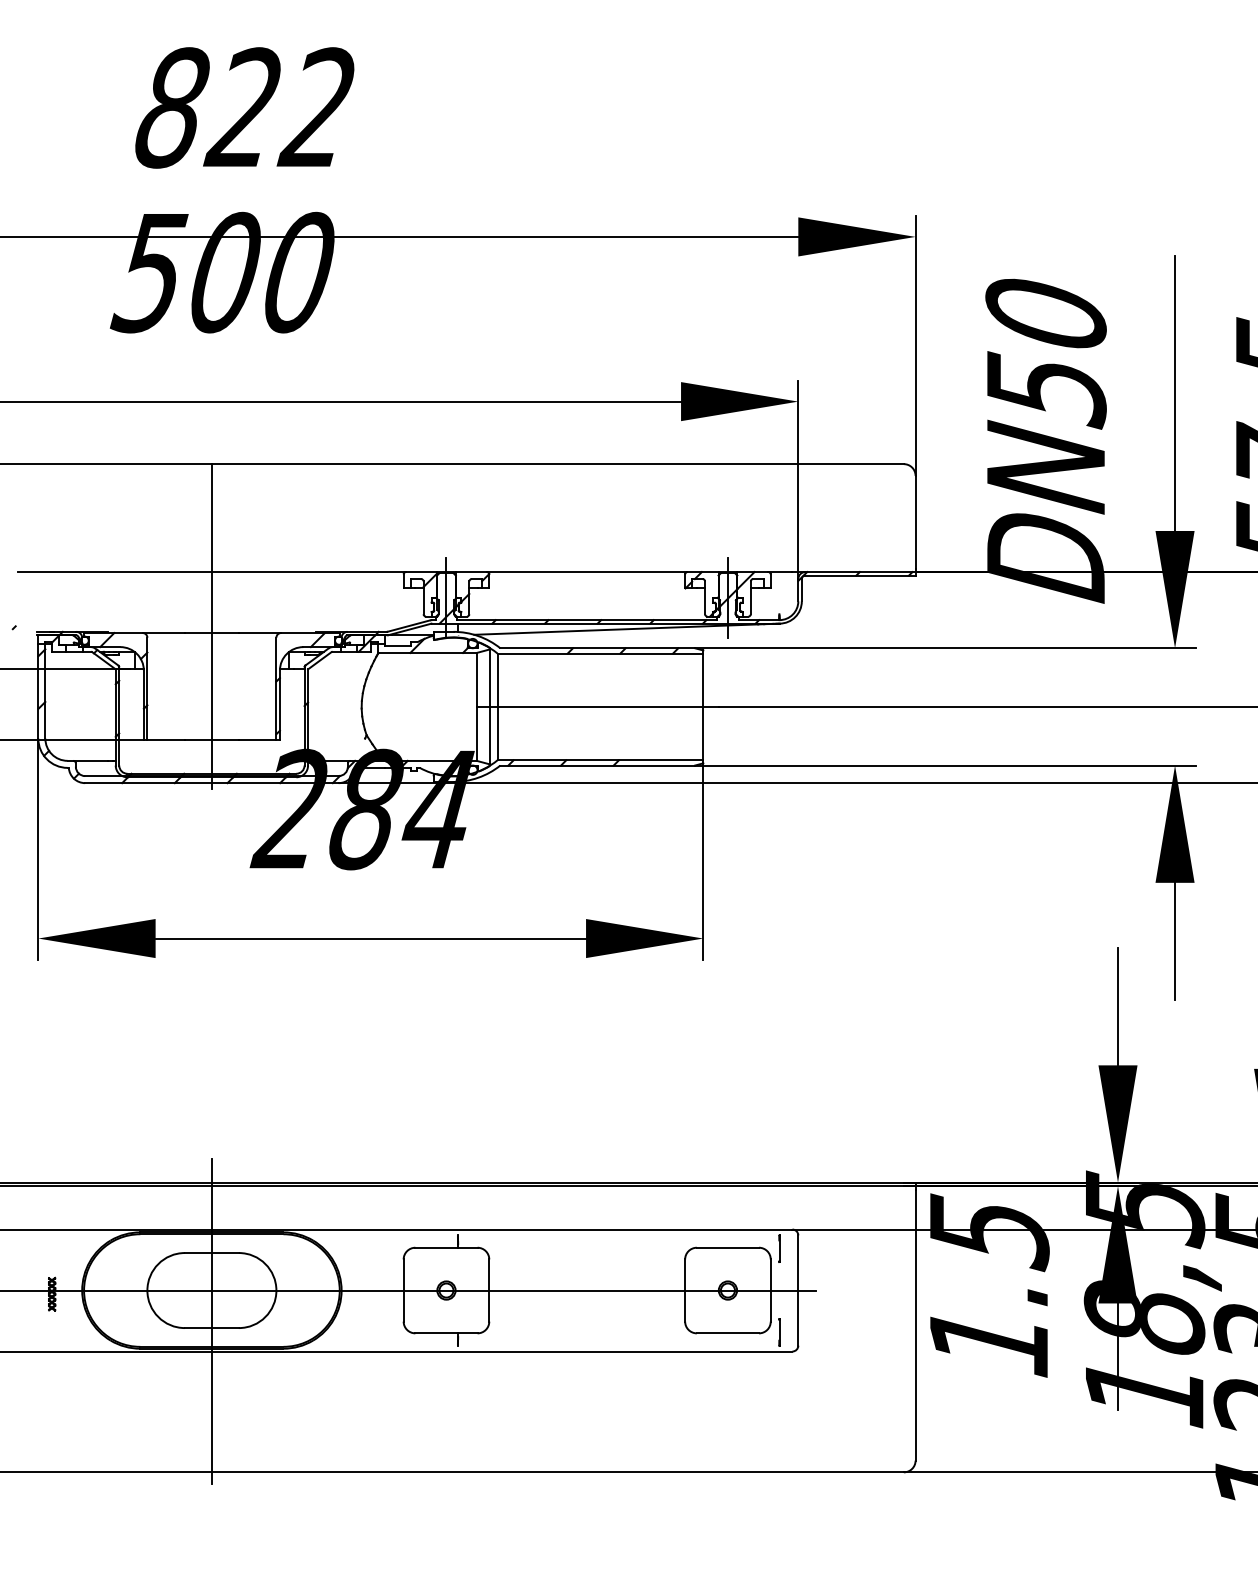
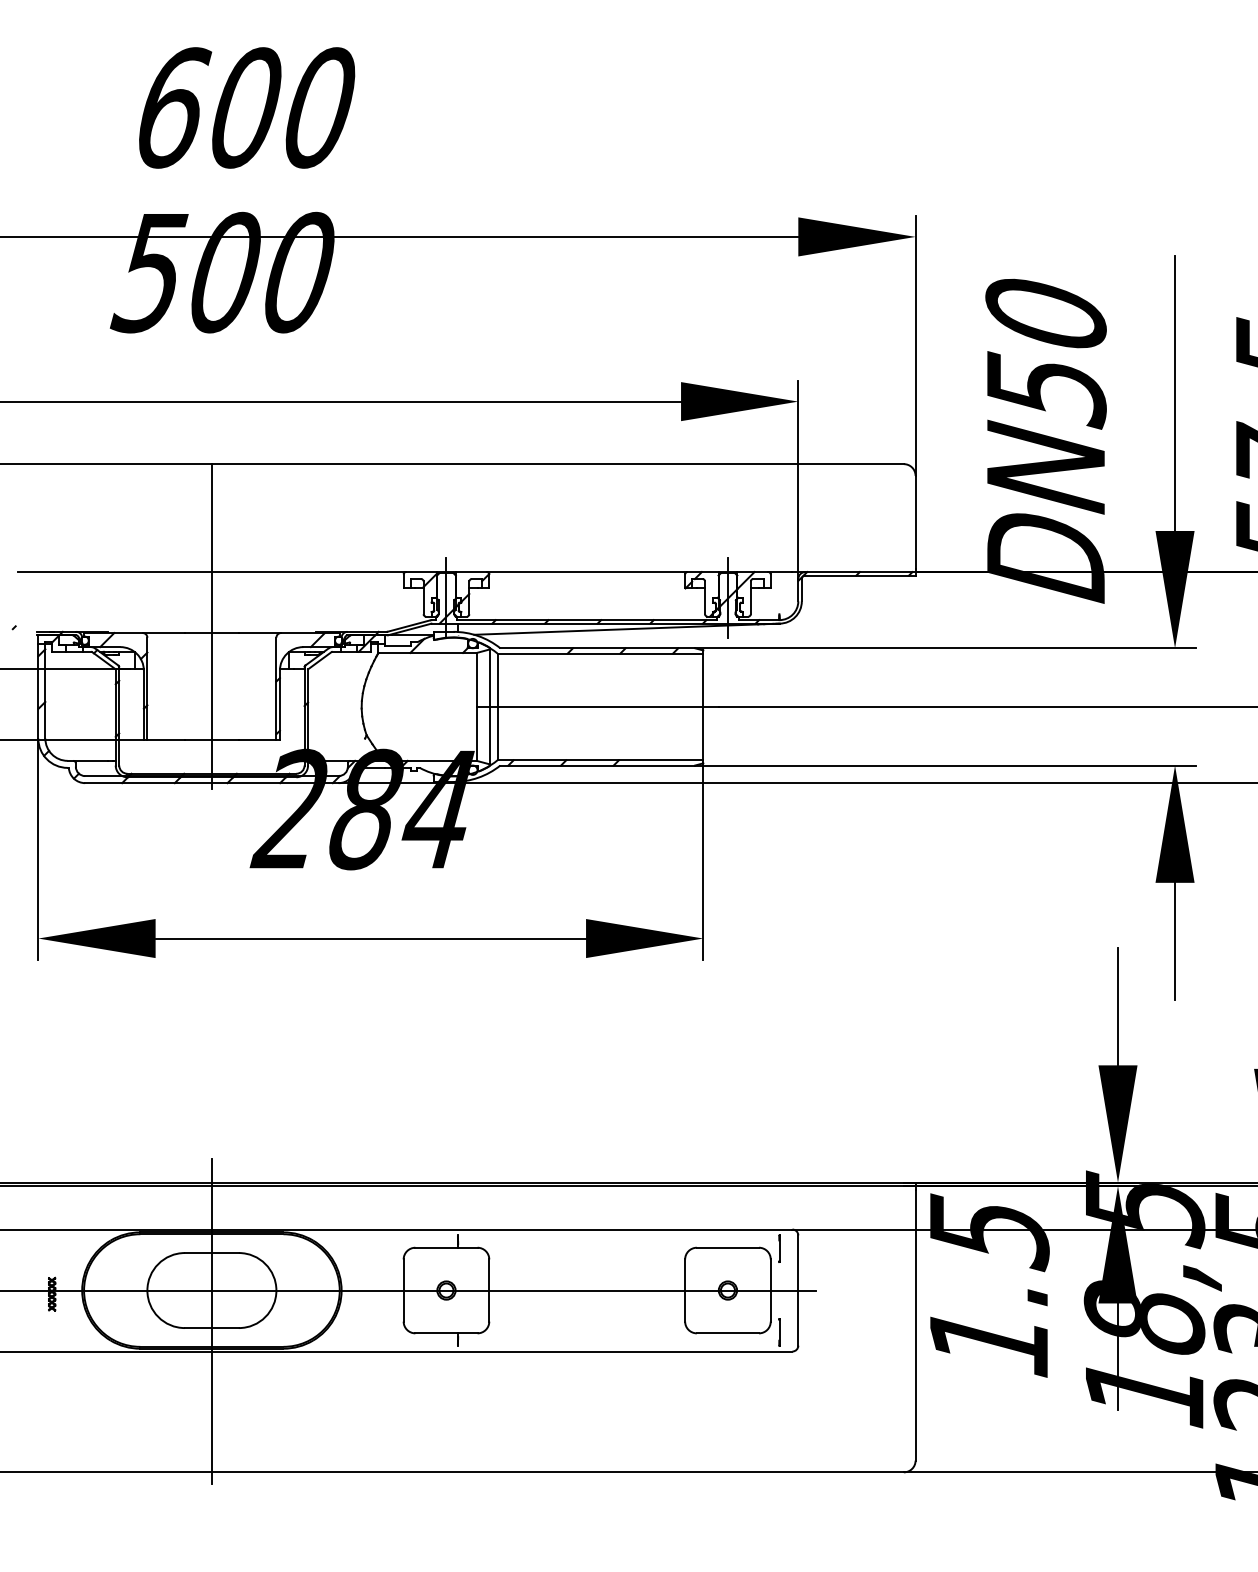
text at (245, 107): 822 -> 600
